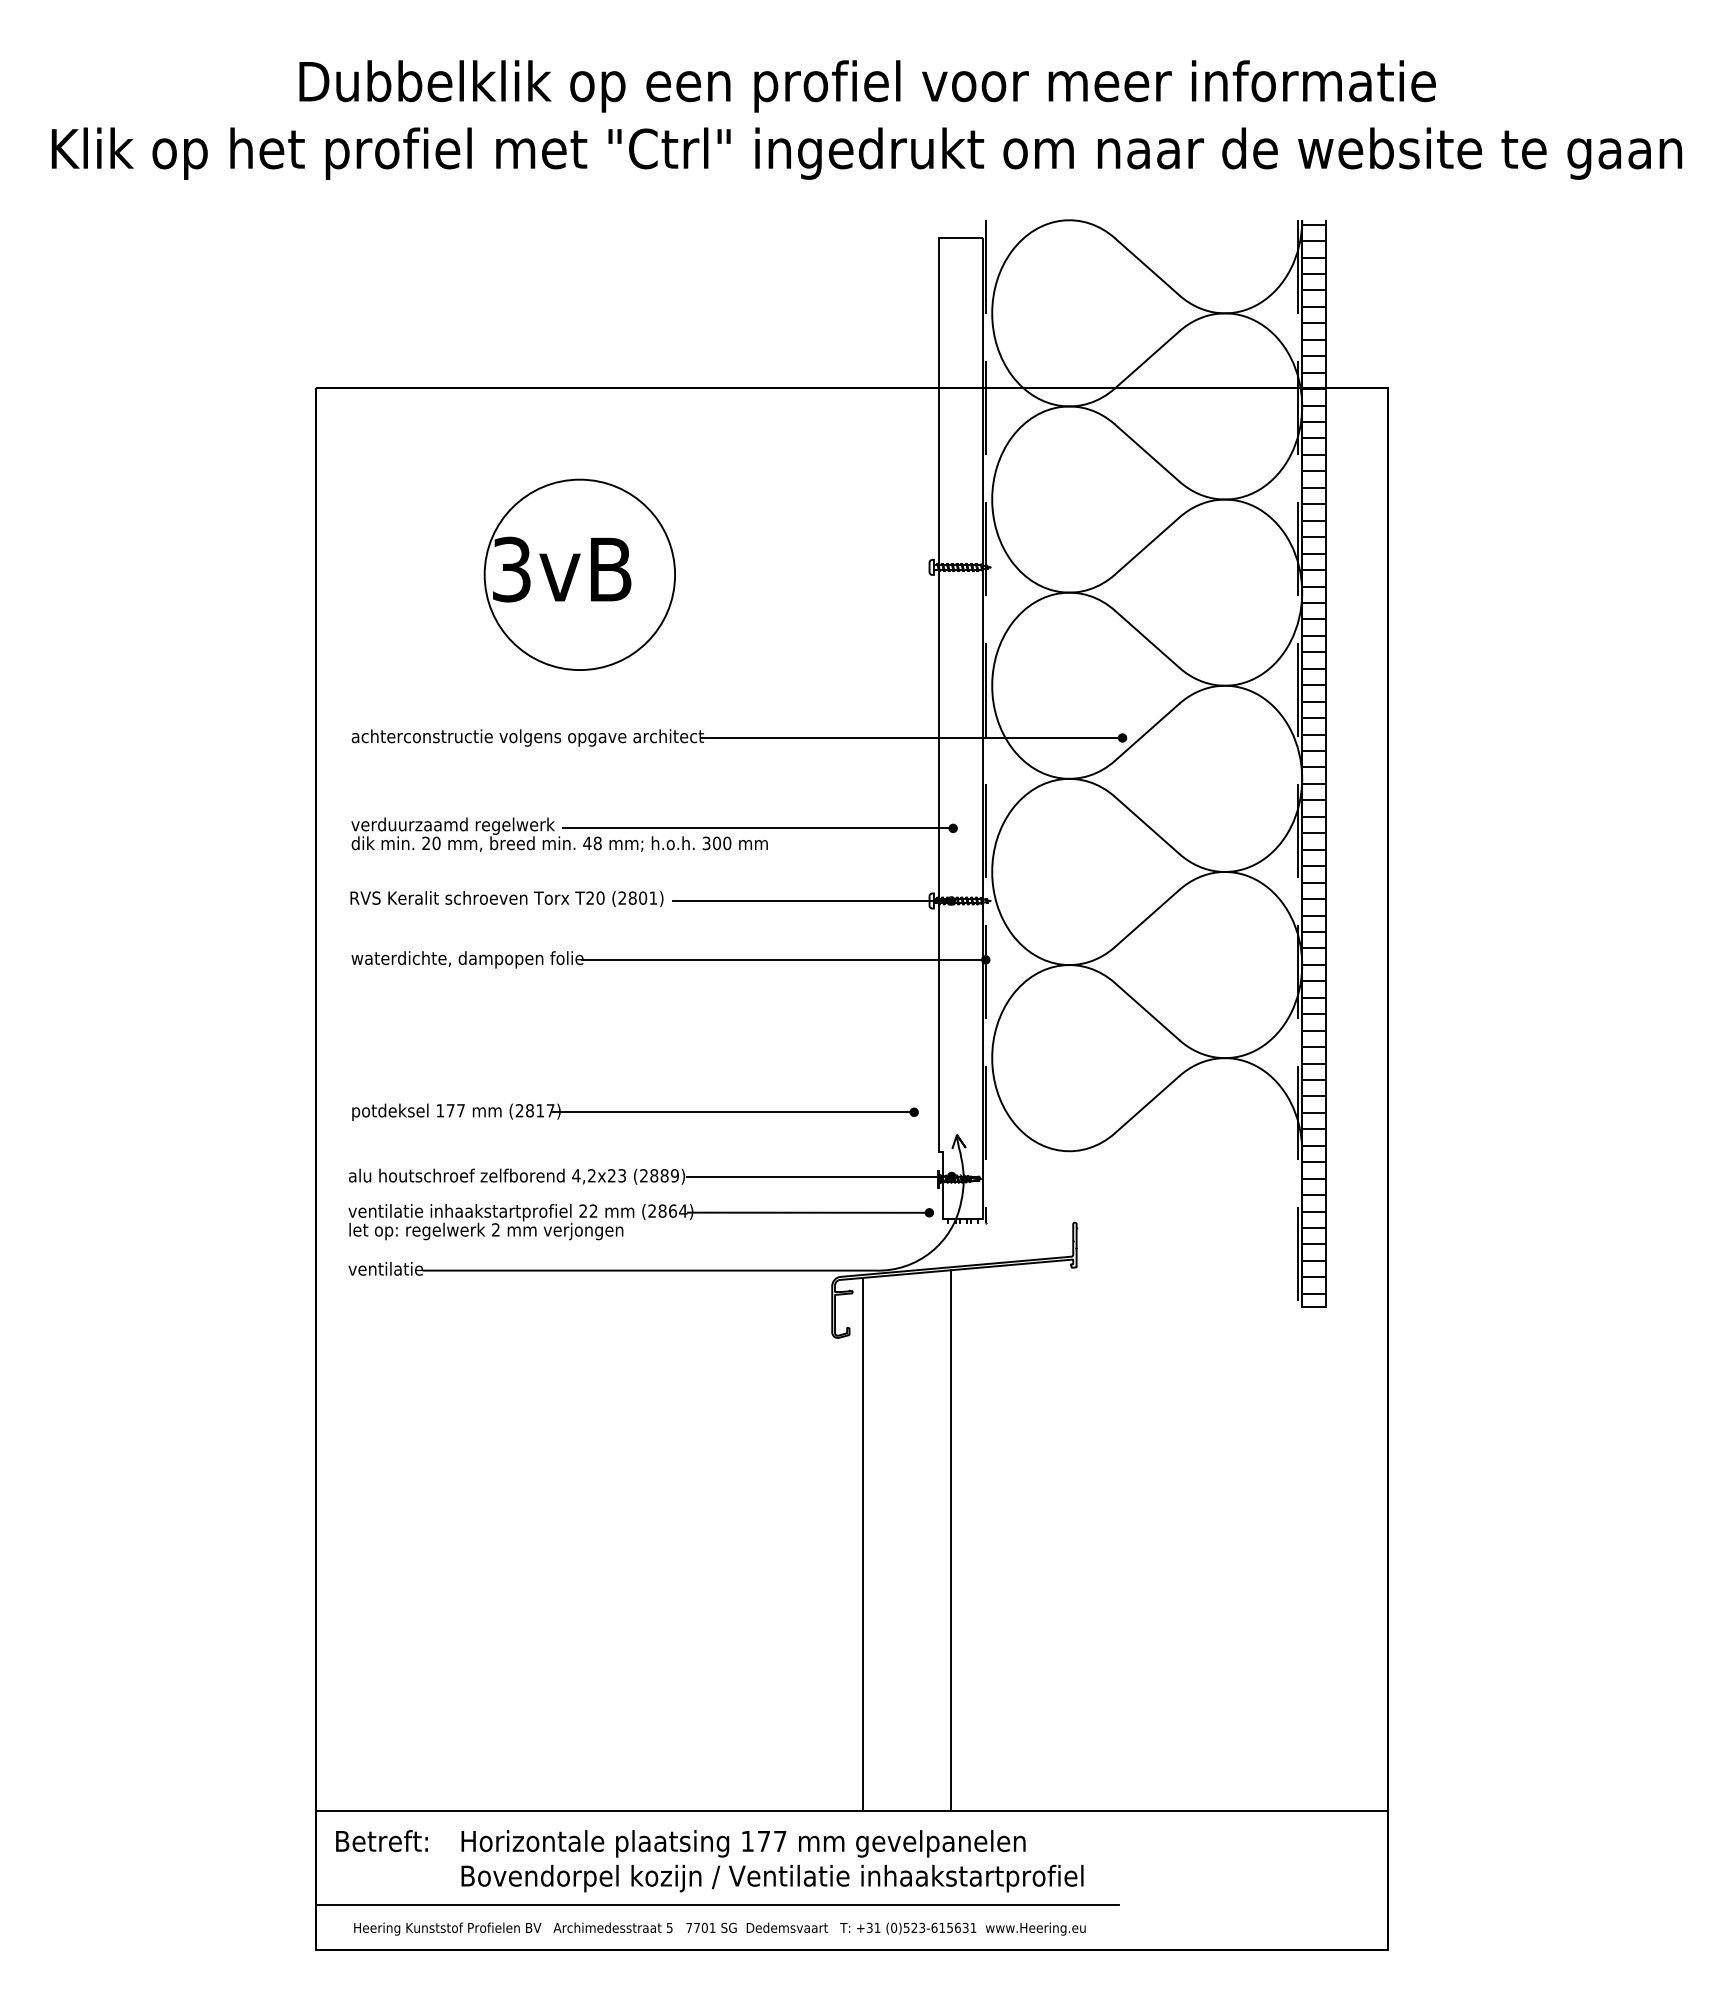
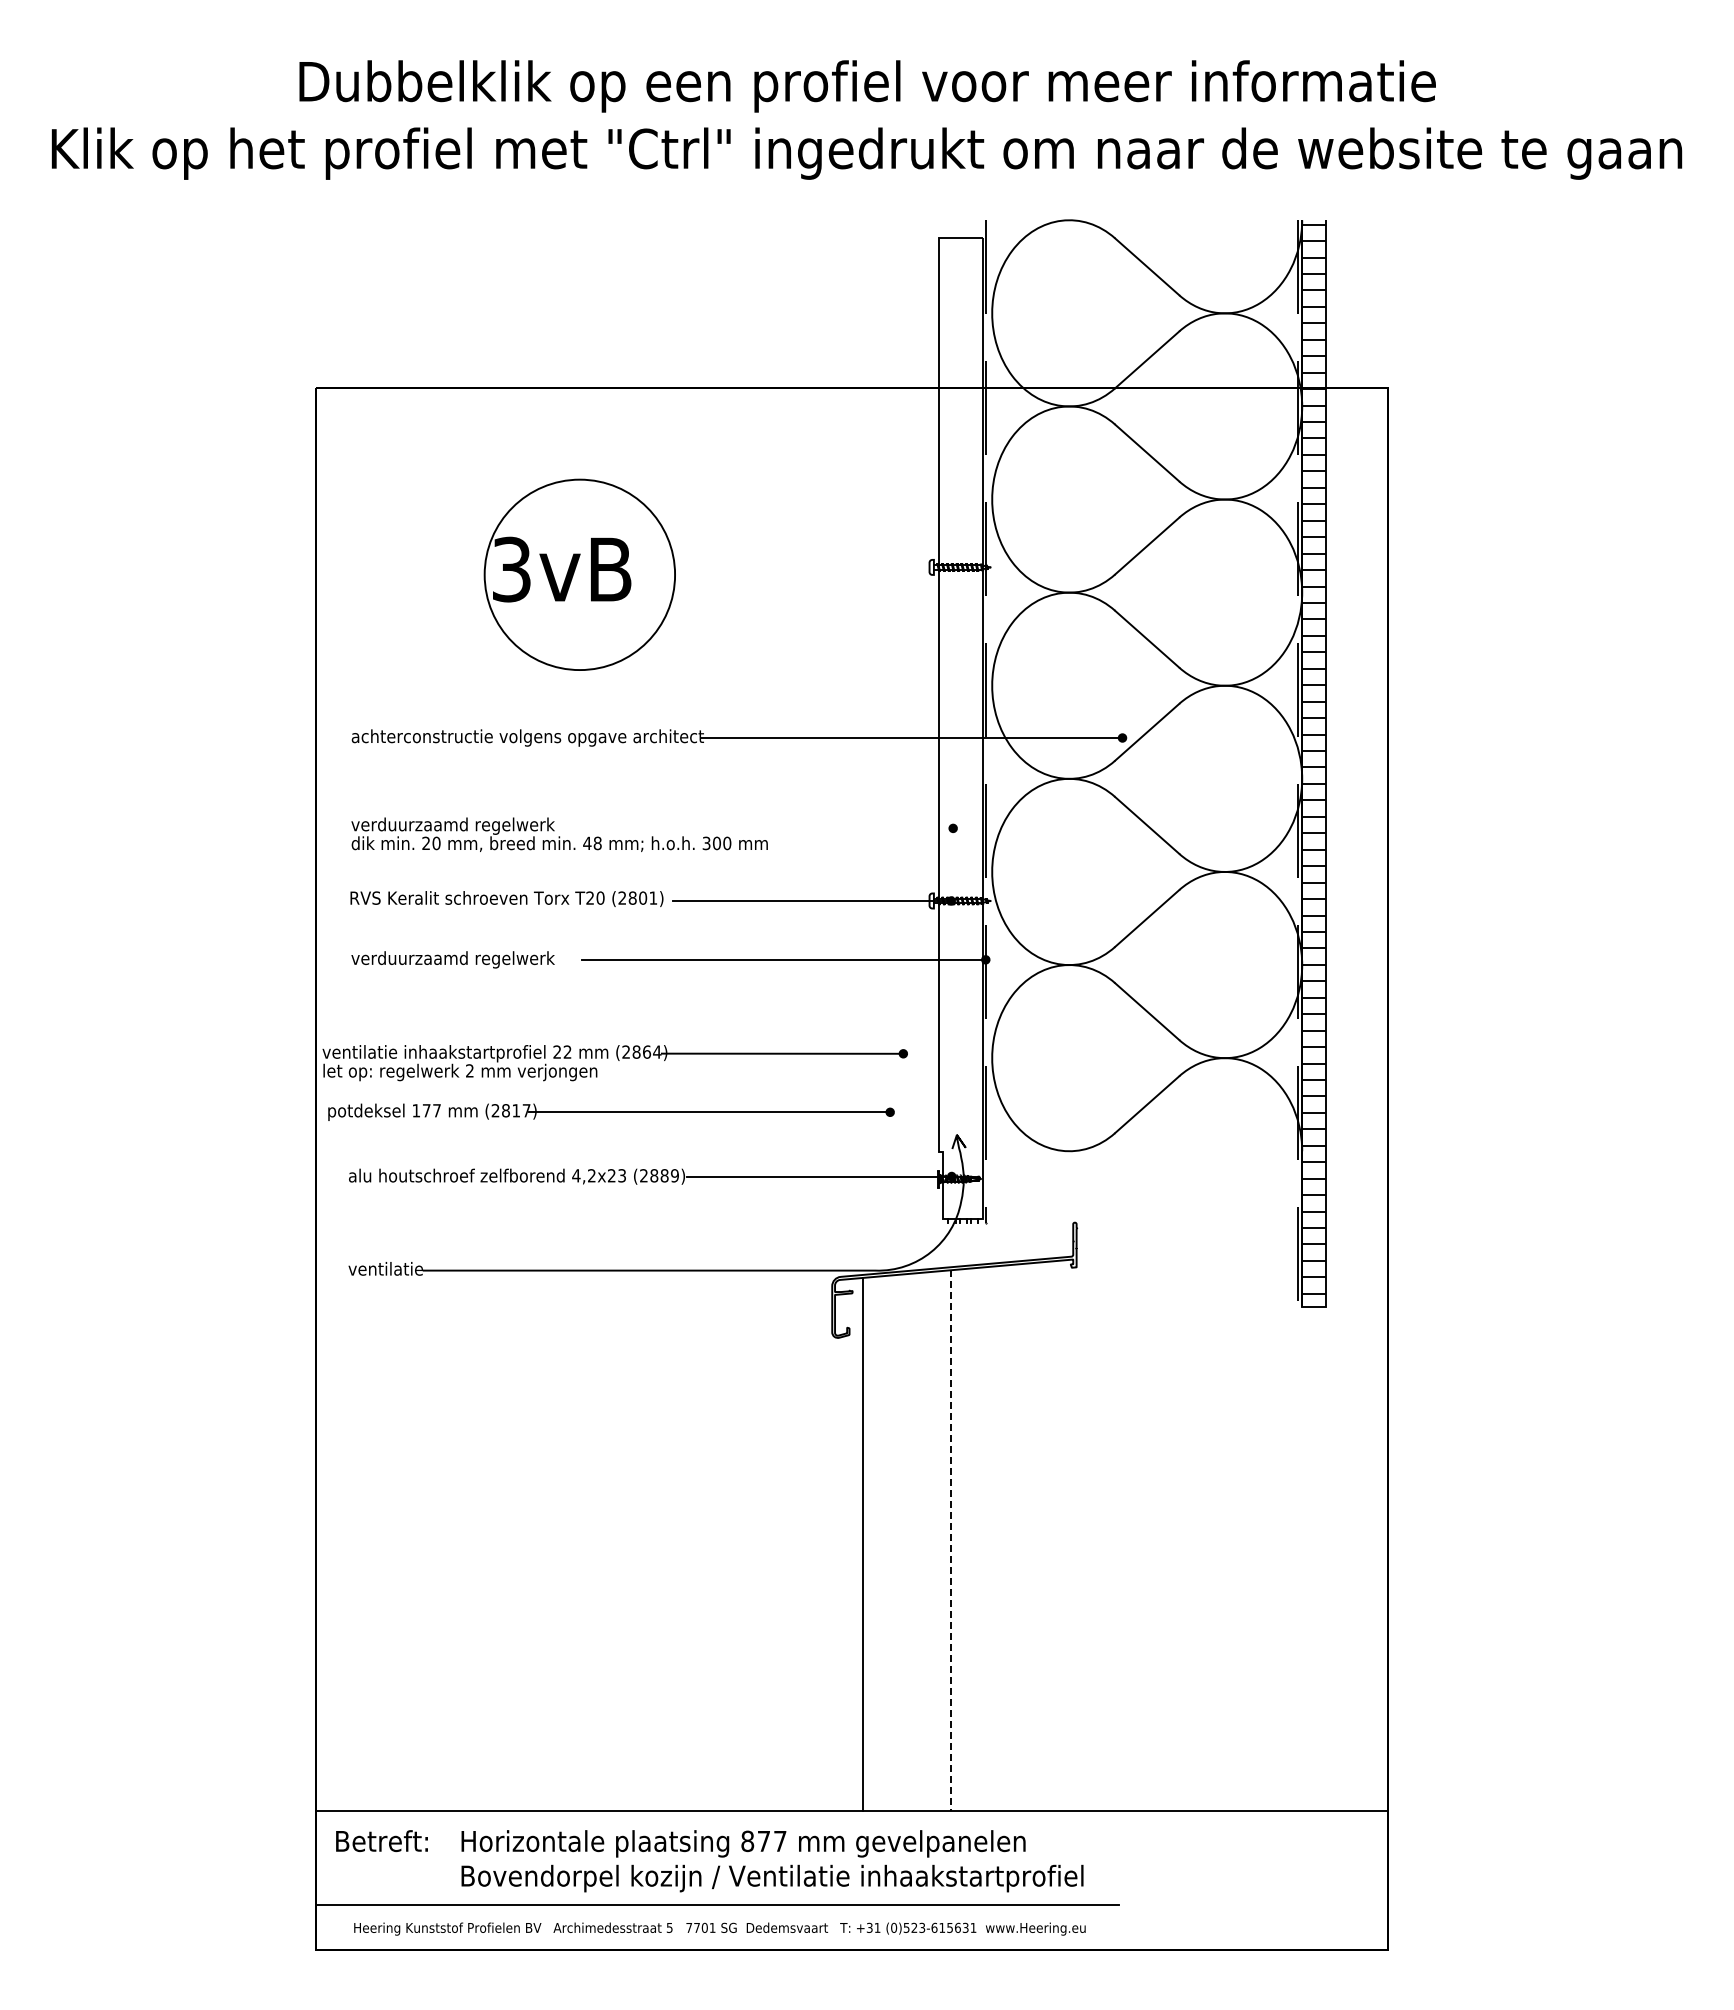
line at (757, 828): present -> none
text at (467, 959): waterdichte, dampopen folie -> verduurzaamd regelwerk
part at (635, 1111) position: (635, 1111) -> (611, 1111)
part at (640, 1222) position: (640, 1222) -> (614, 1063)
line at (951, 1541): solid -> dashed
text at (747, 1841): 177 -> 877
